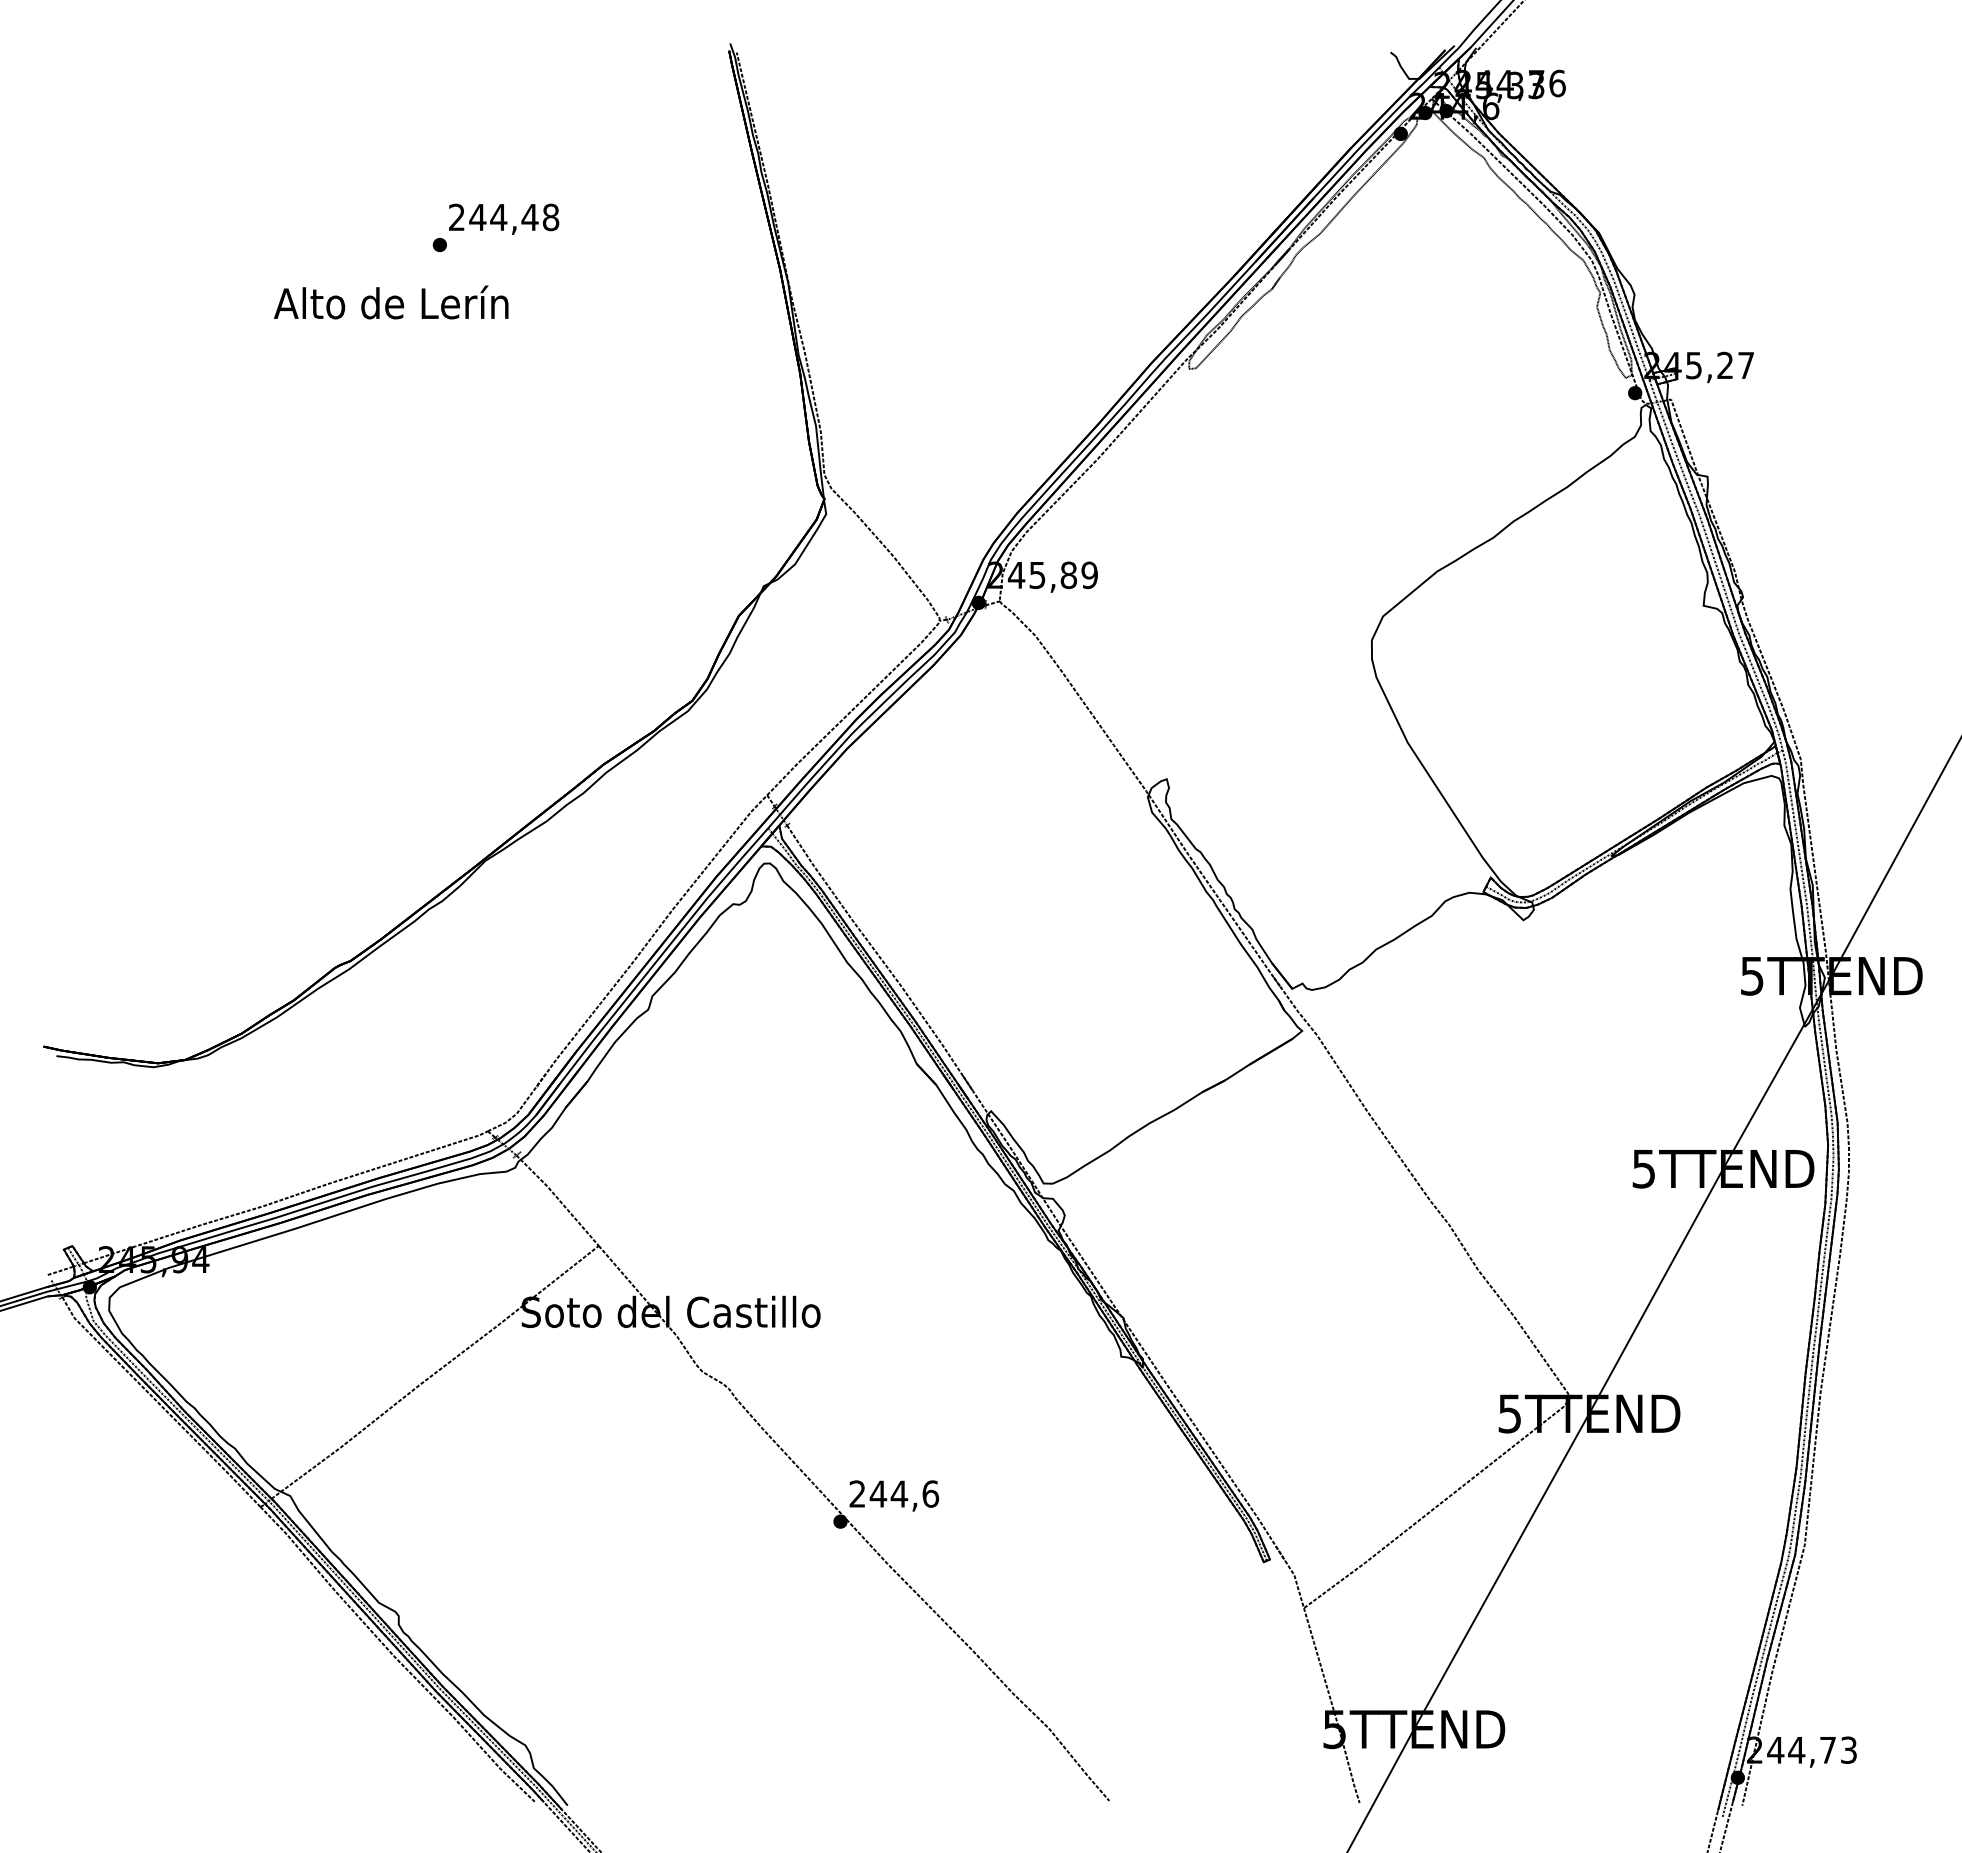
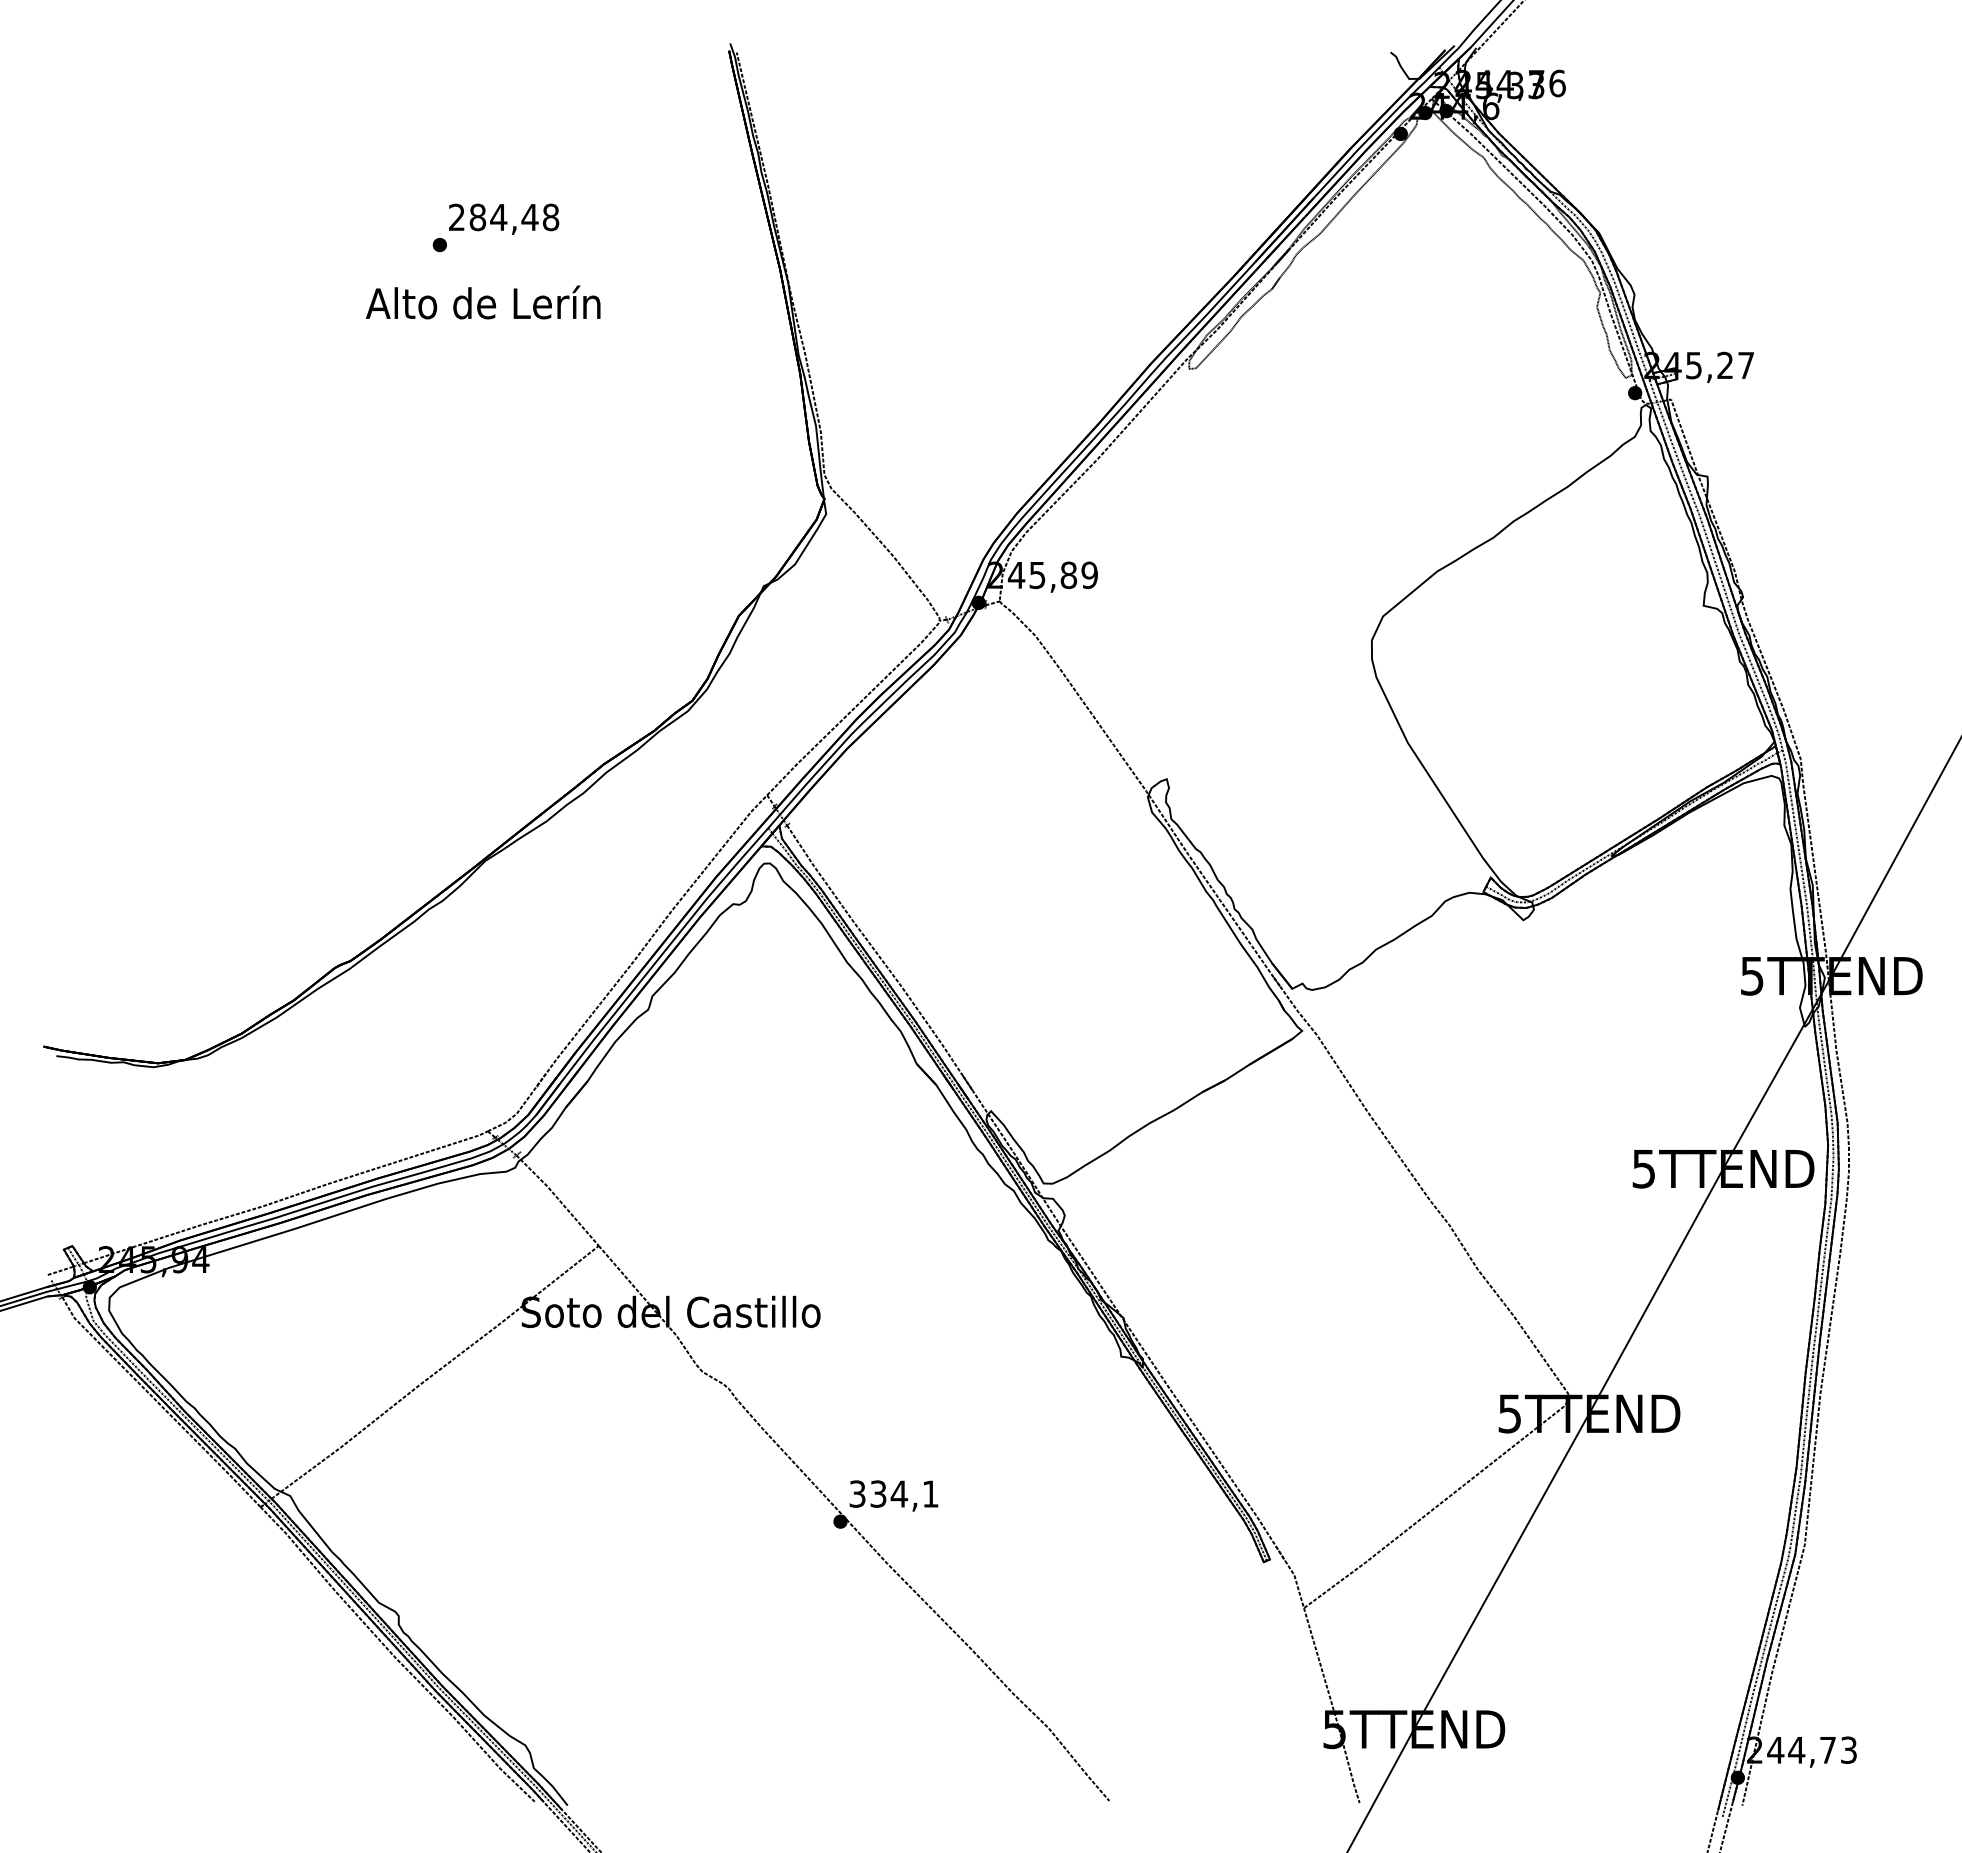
text at (477, 217): 244,48 -> 284,48
text at (391, 302) position: (391, 302) -> (483, 302)
text at (894, 1493): 244,6 -> 334,1
